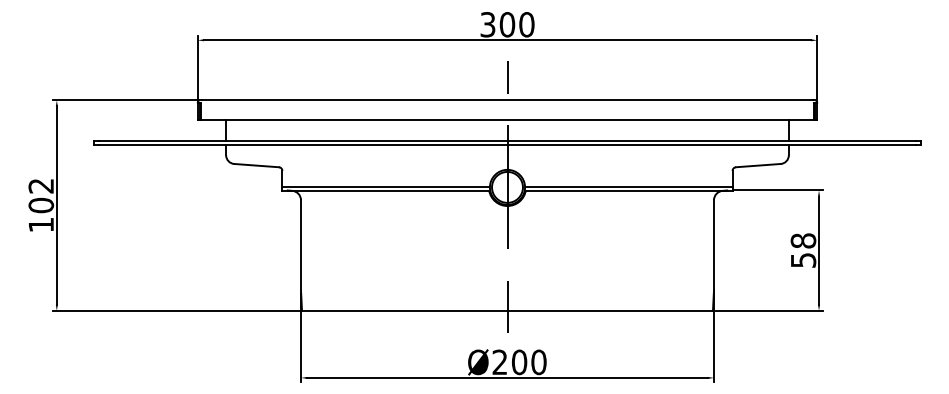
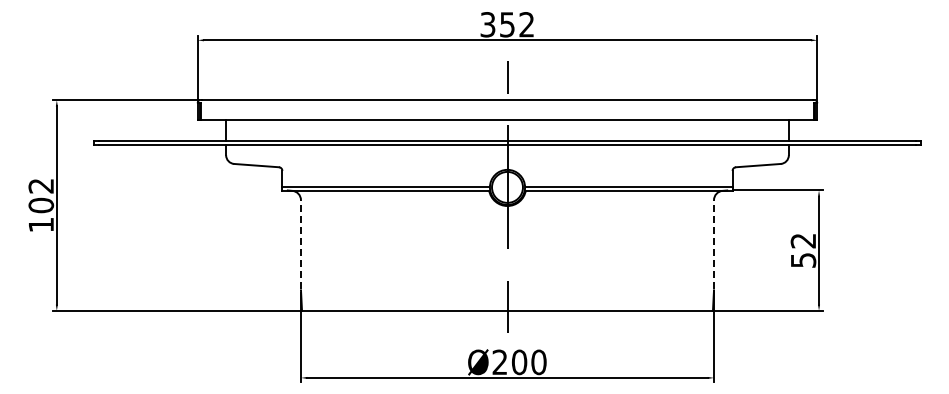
text at (516, 24): 300 -> 352
text at (803, 240): 58 -> 52
line at (300, 244): solid -> dashed
line at (714, 244): solid -> dashed
